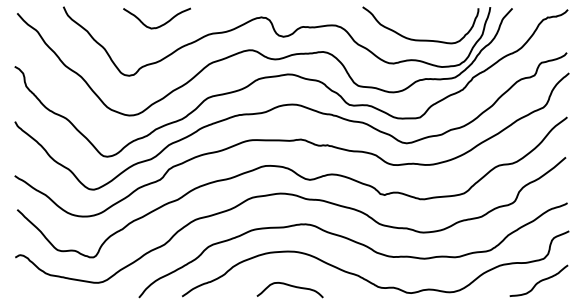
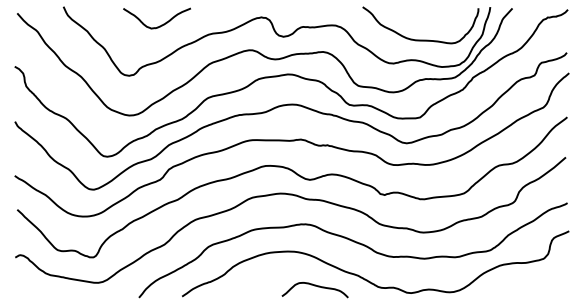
curve at (539, 280): present -> none
curve at (289, 286) position: (289, 286) -> (314, 286)
